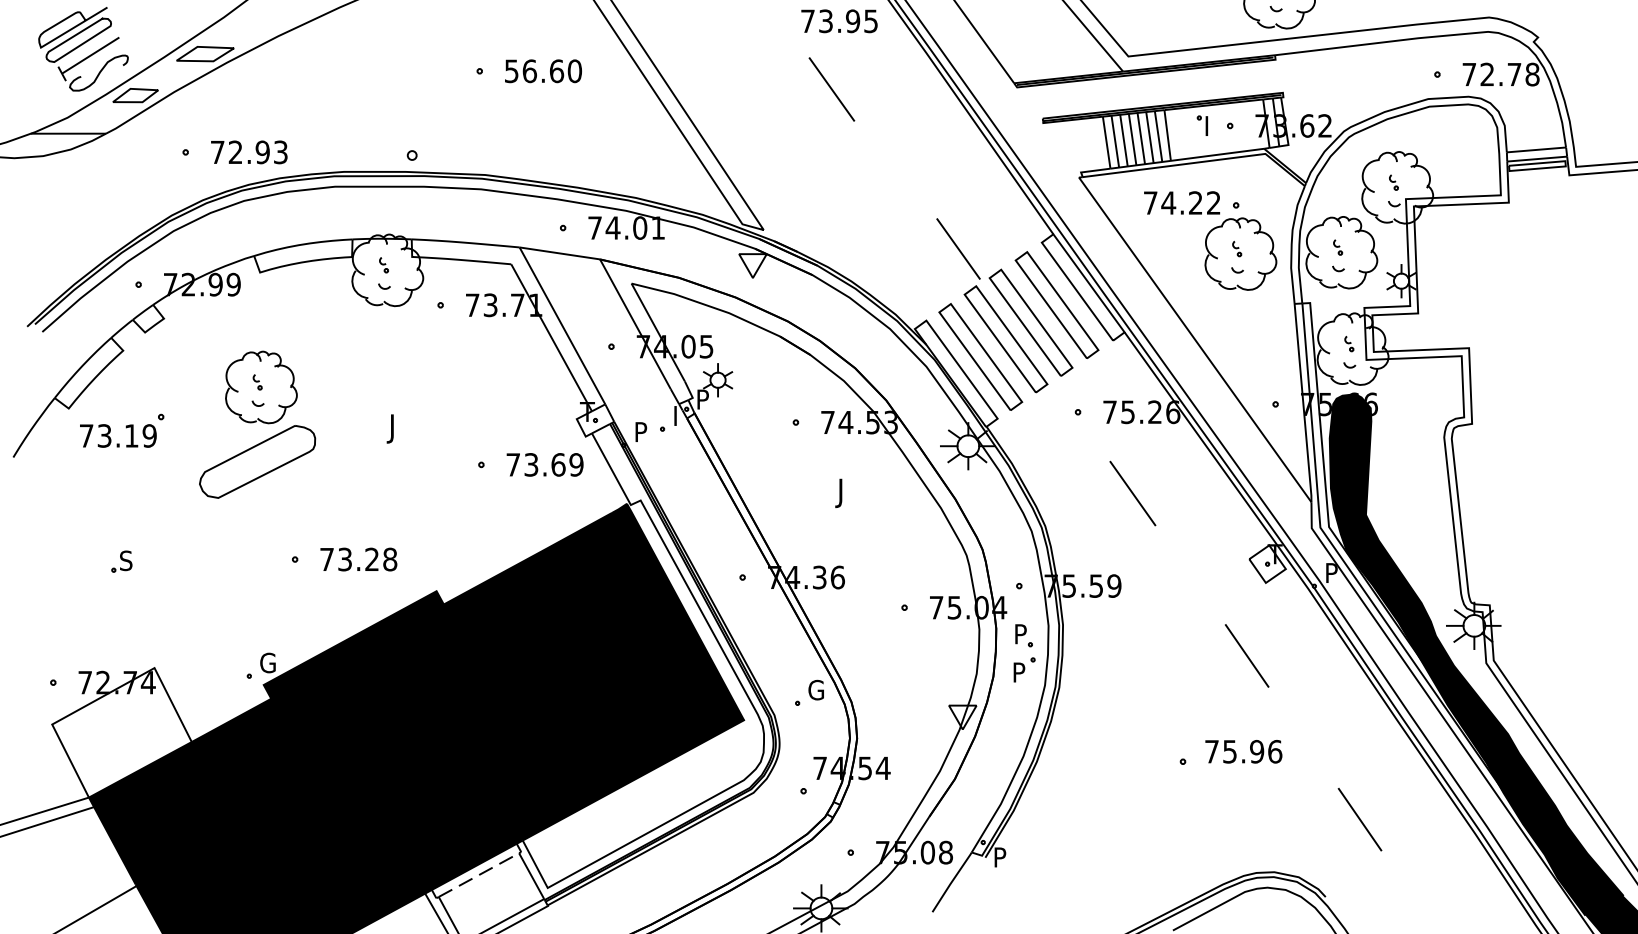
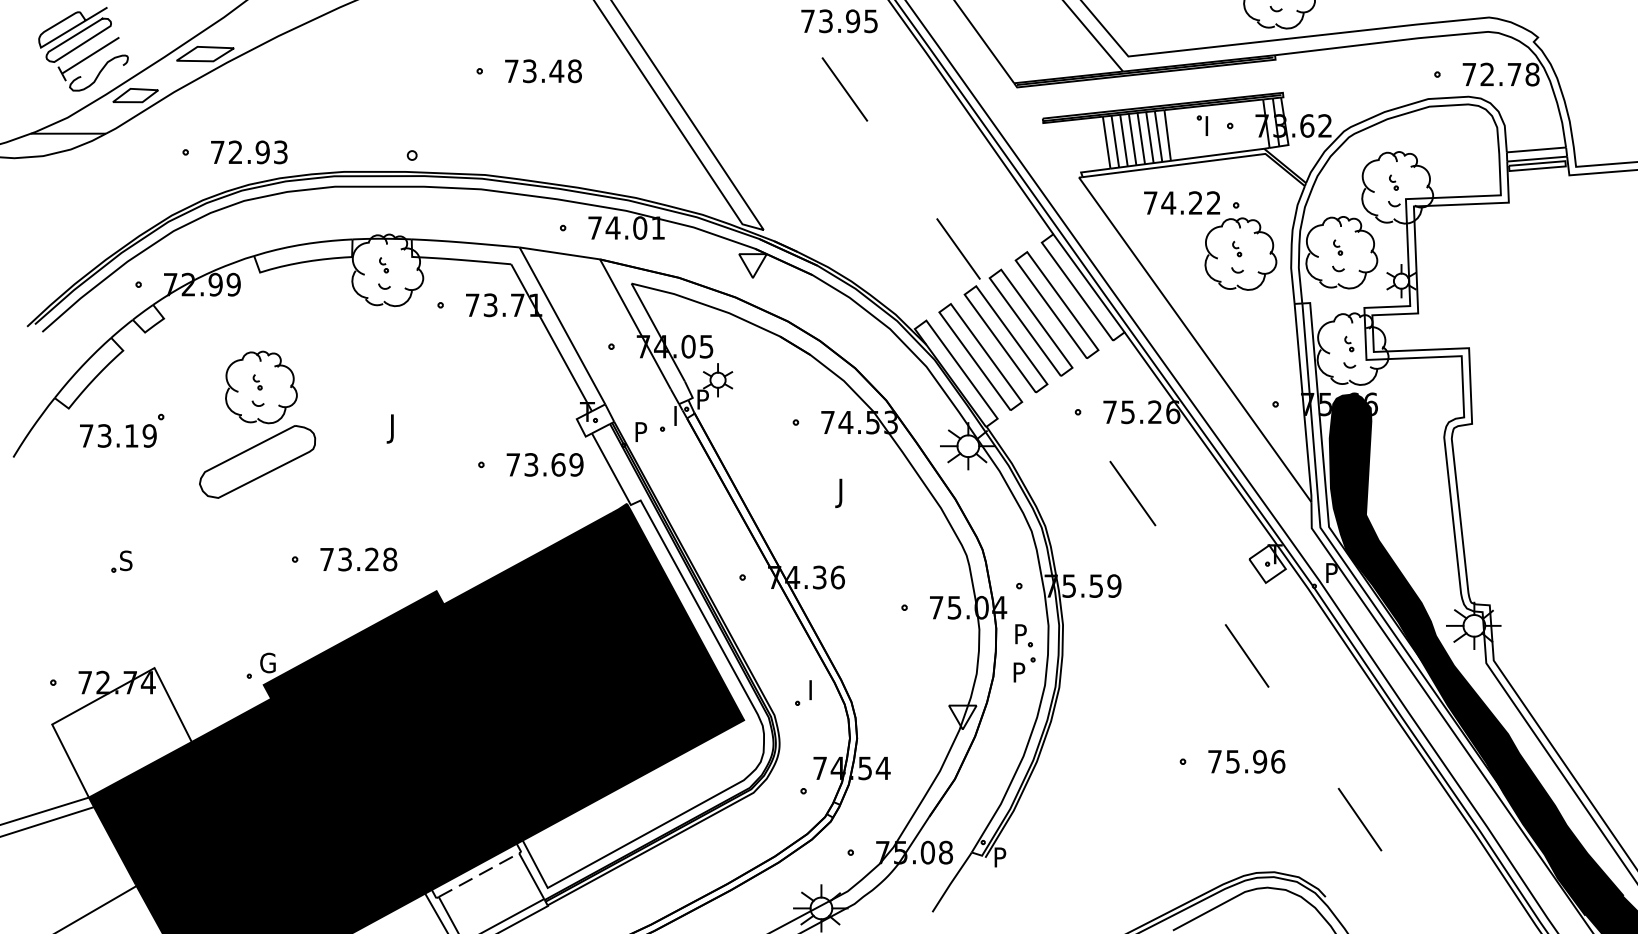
text at (543, 71): 56.60 -> 73.48
line at (831, 89) position: (831, 89) -> (844, 89)
text at (815, 689): G -> I
text at (1243, 751) position: (1243, 751) -> (1246, 761)
